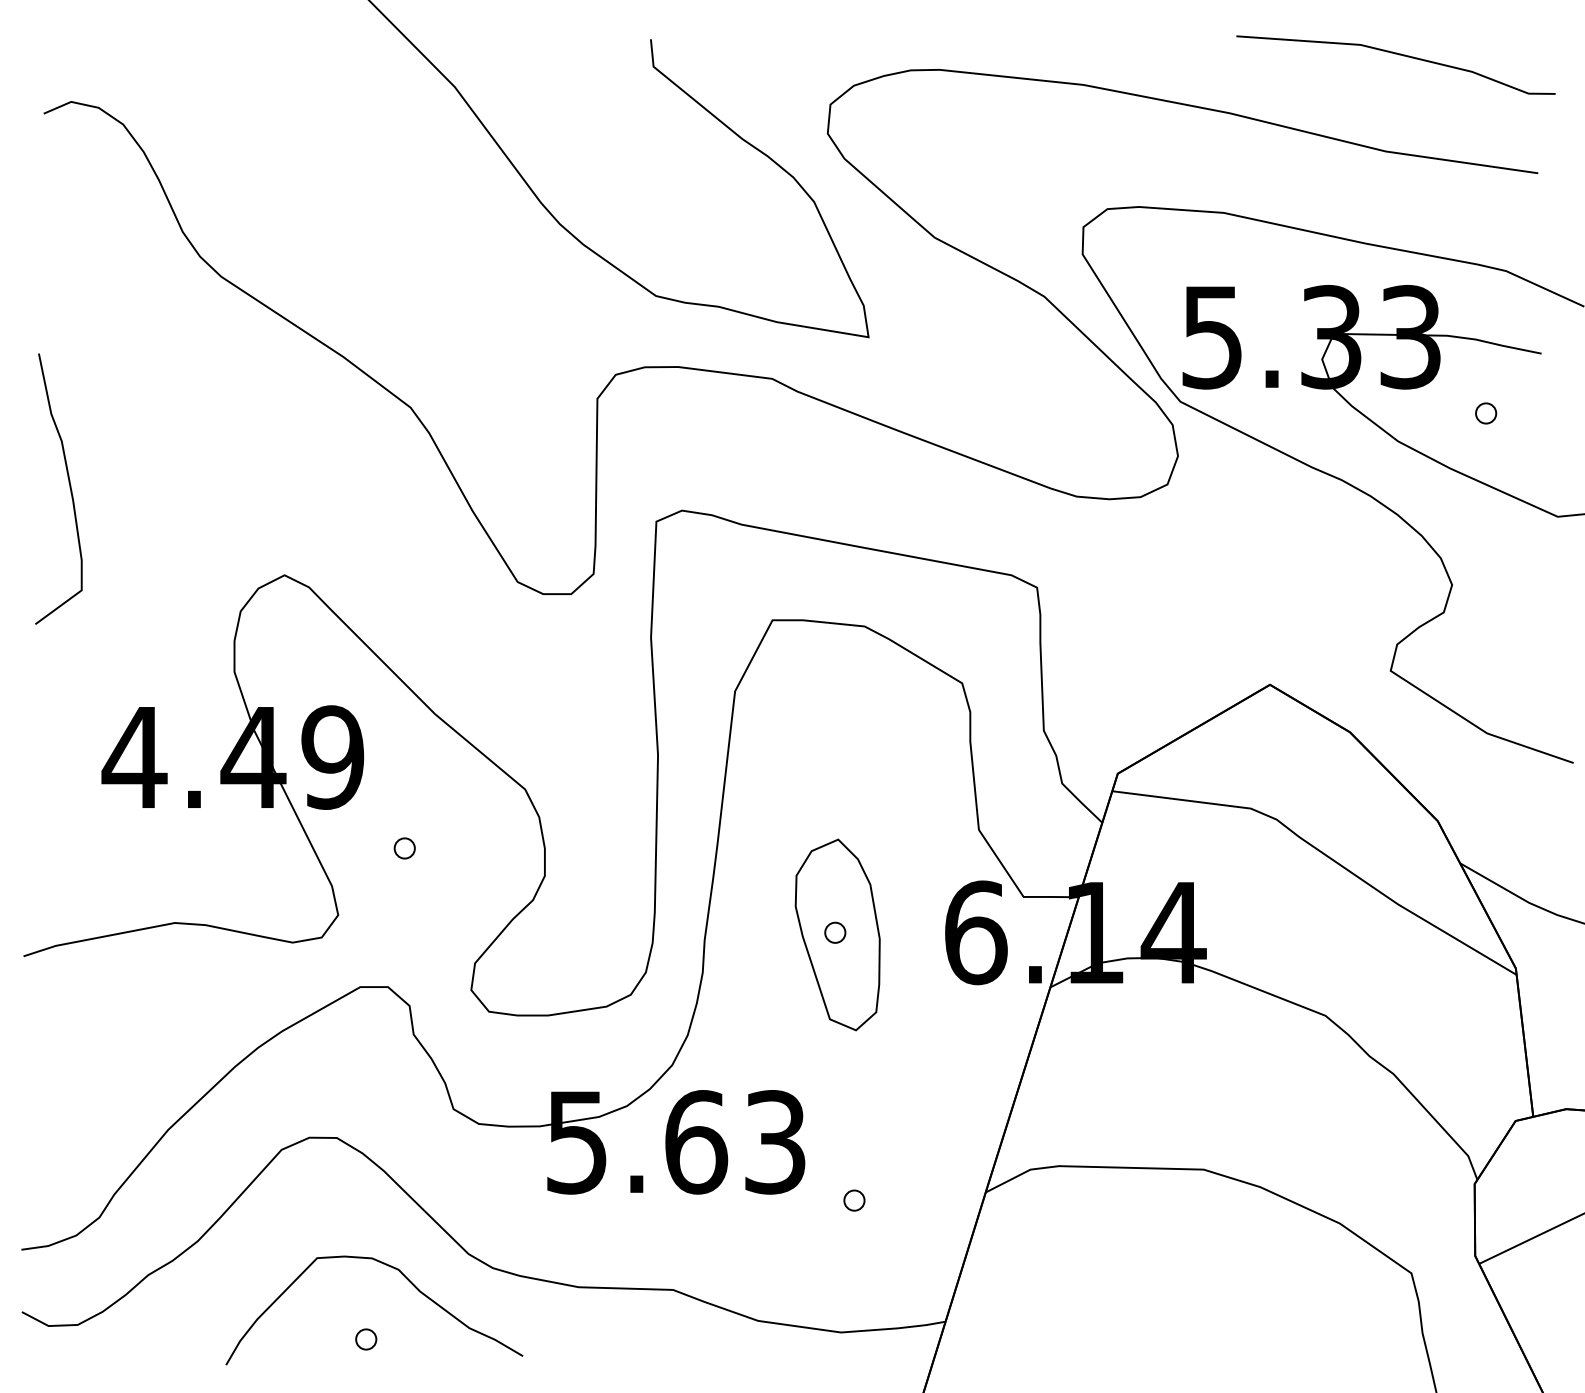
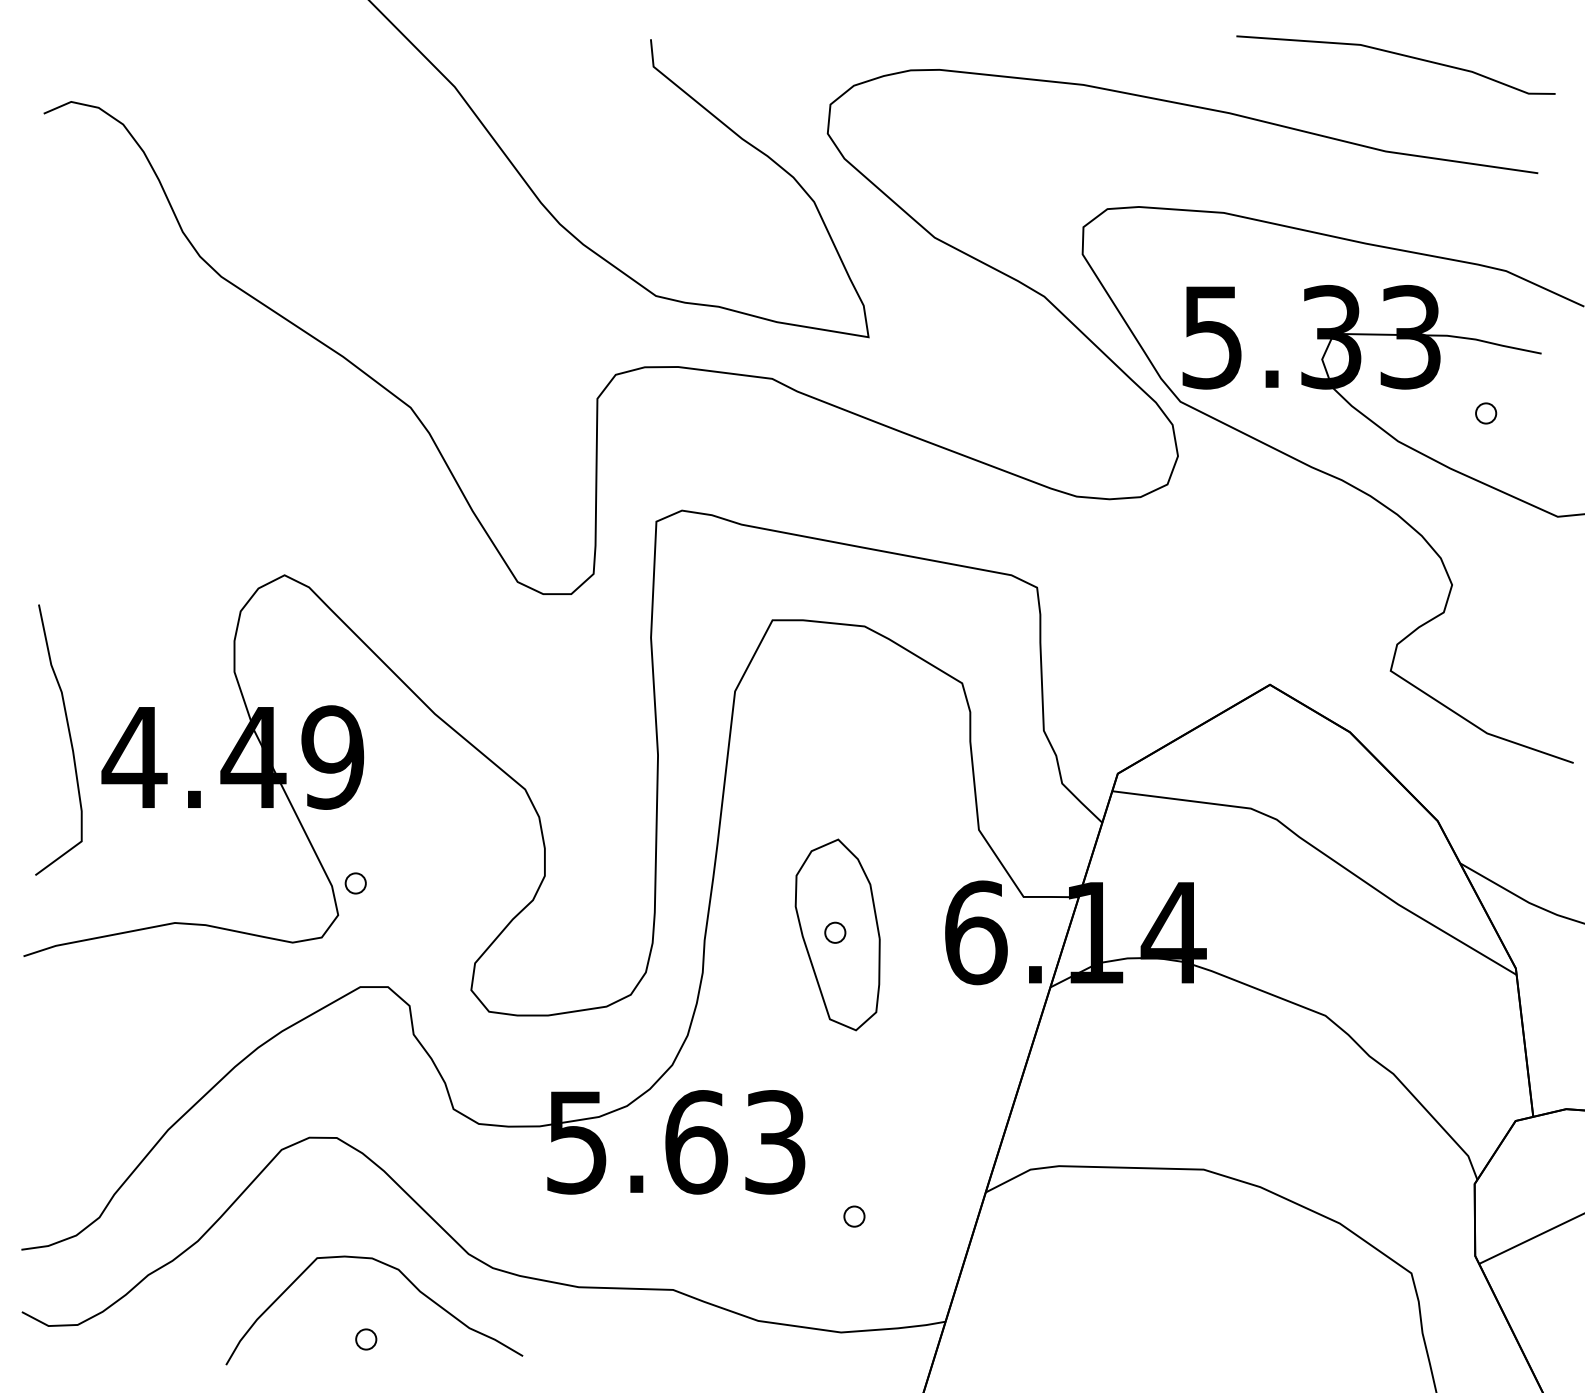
curve at (69, 488) position: (69, 488) -> (69, 739)
part at (404, 848) position: (404, 848) -> (355, 883)
part at (854, 1200) position: (854, 1200) -> (854, 1216)
